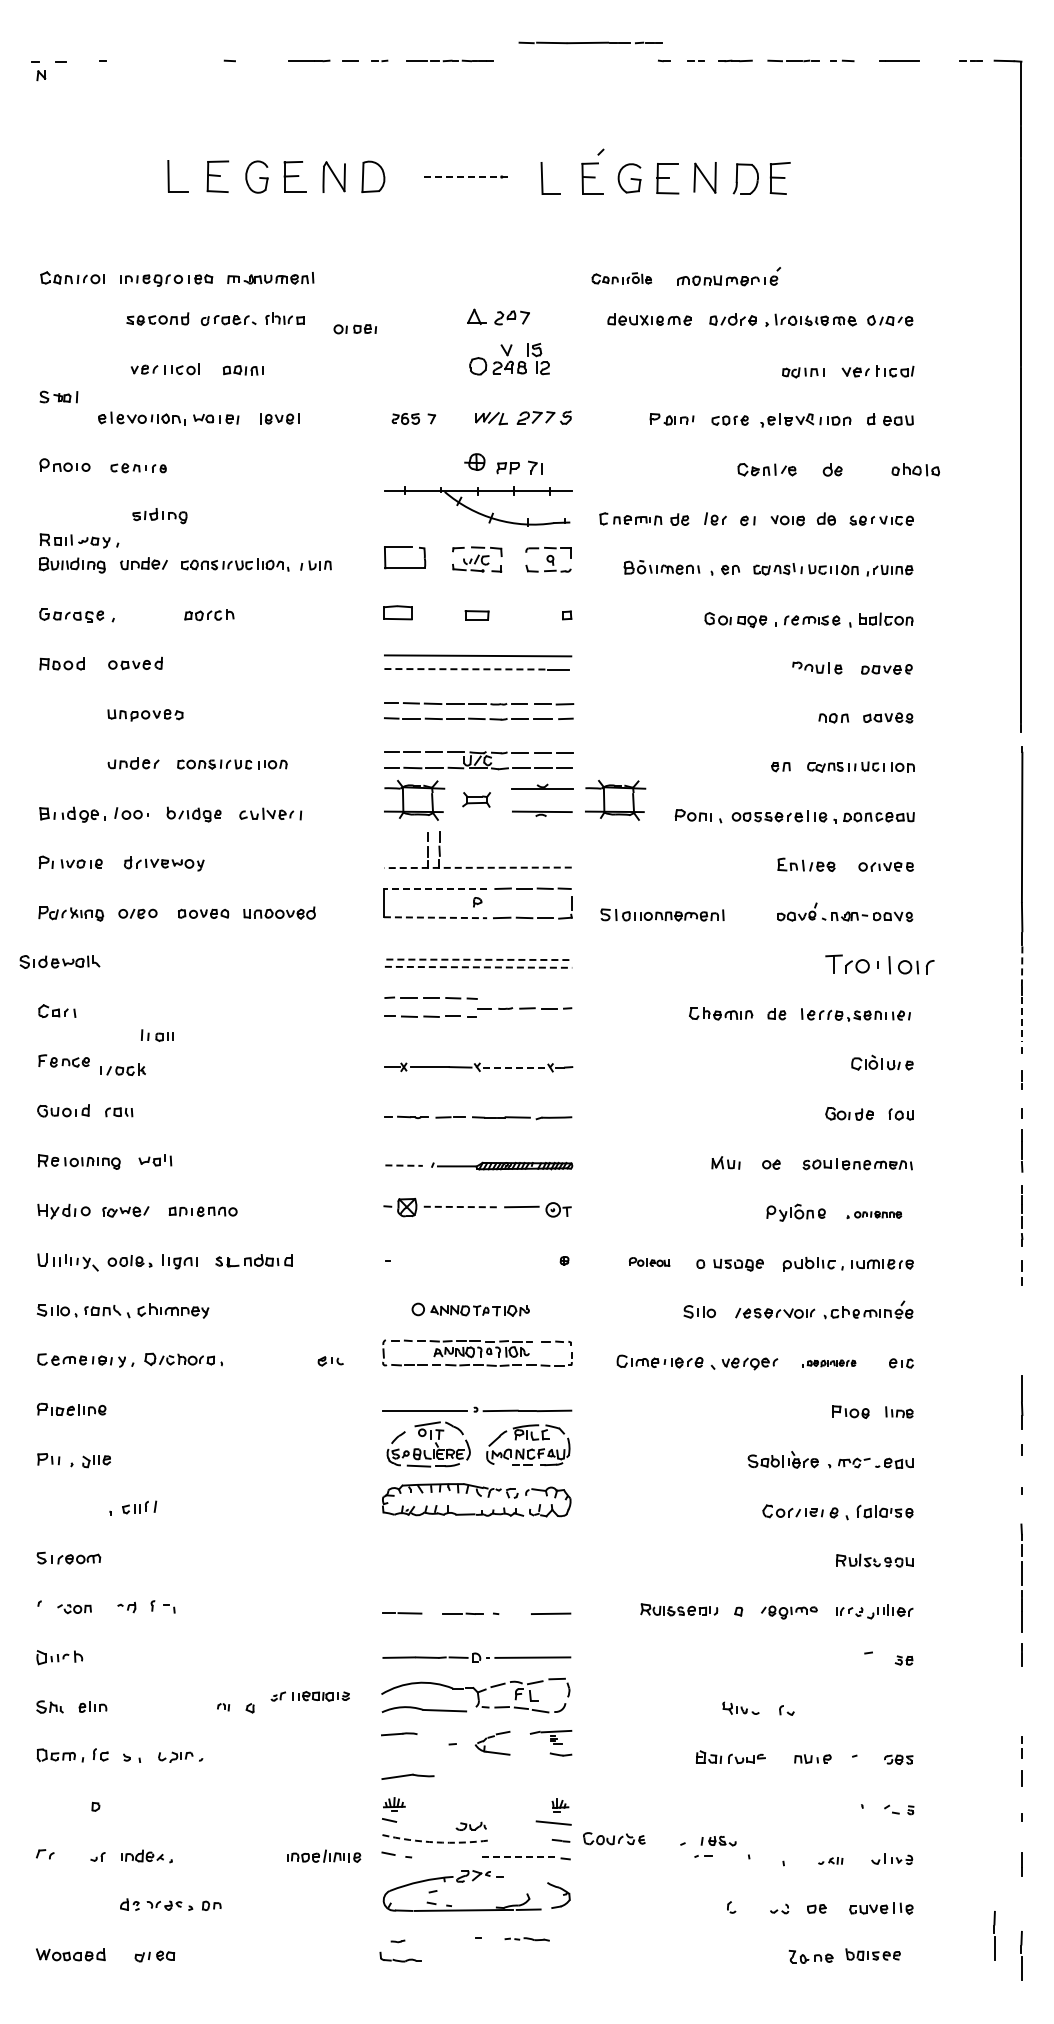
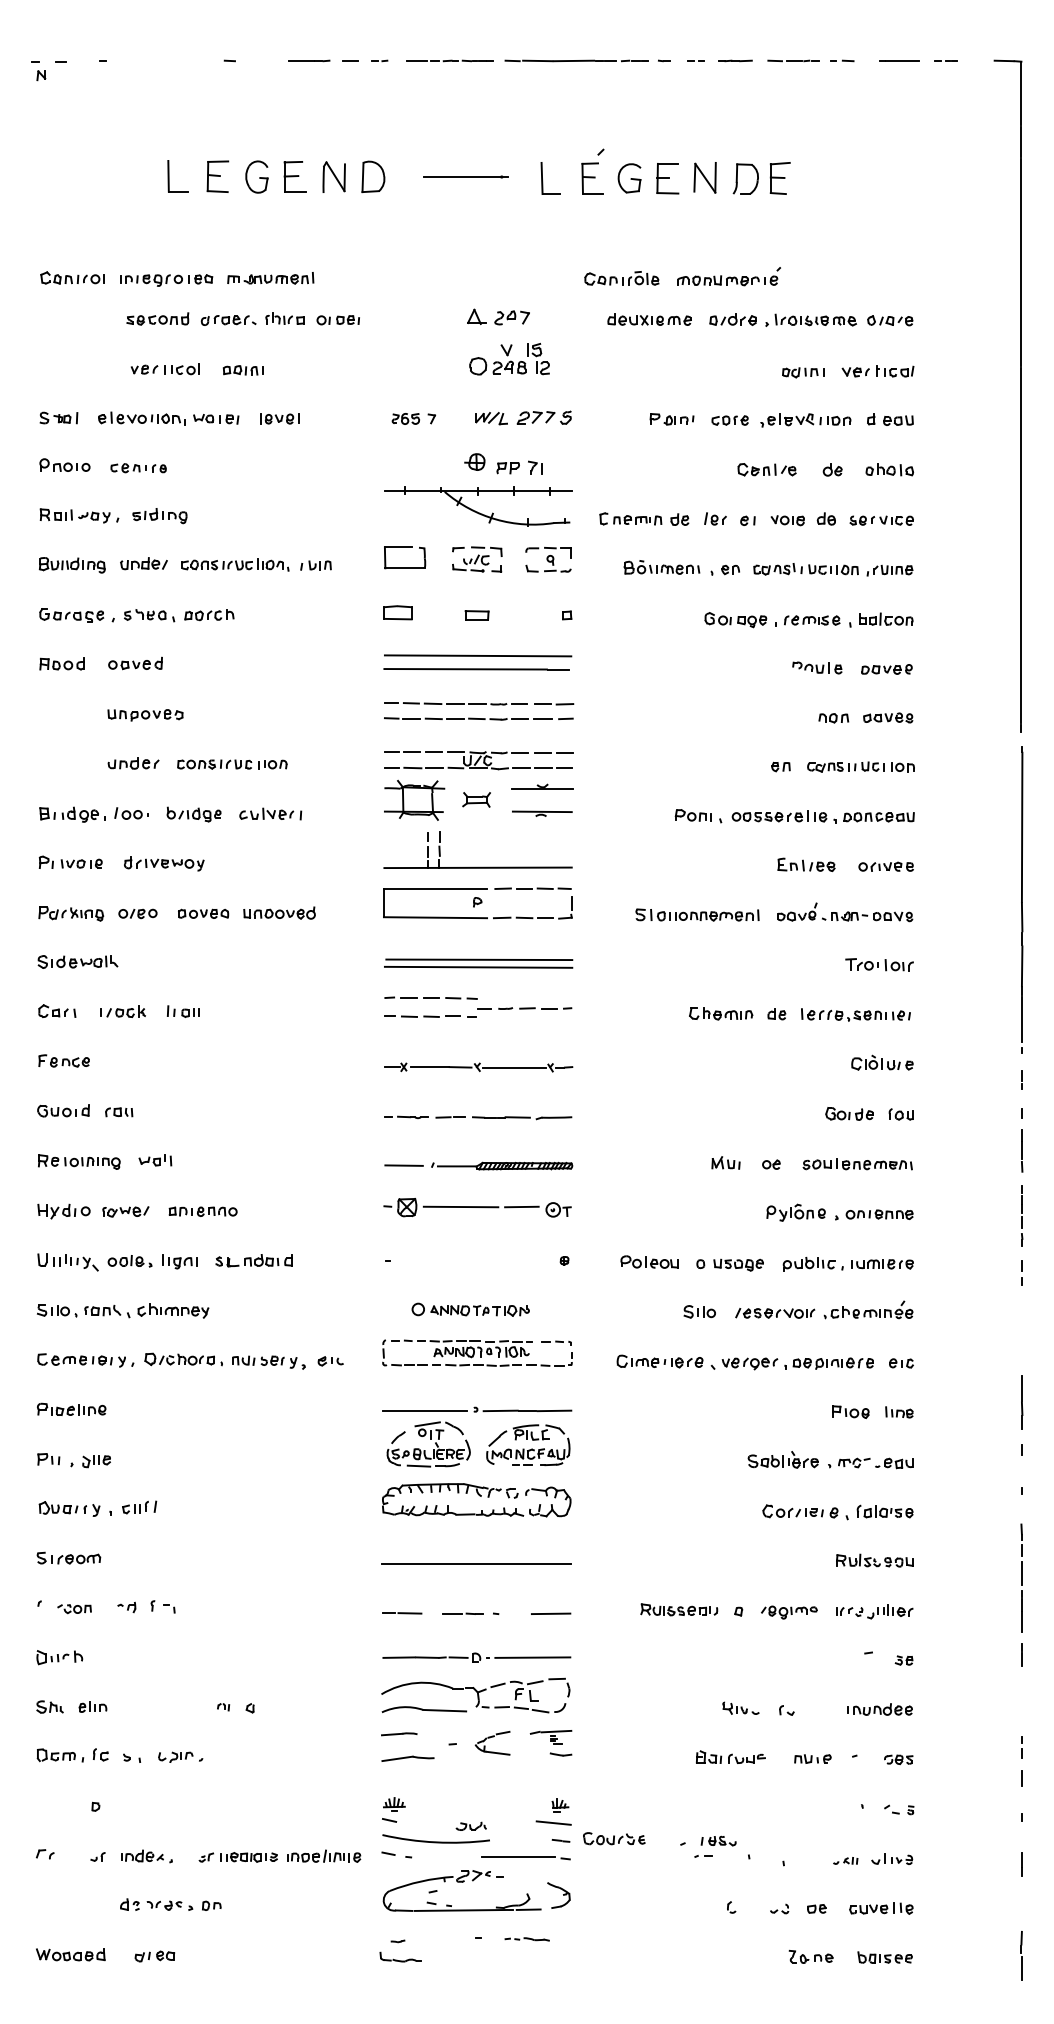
part at (590, 42) position: (590, 42) -> (576, 60)
line at (970, 60) position: (970, 60) -> (945, 60)
line at (466, 177): dashed -> solid
part at (621, 278) size: 61x13 px -> 76x15 px
part at (354, 329) position: (354, 329) -> (337, 320)
part at (58, 396) position: (58, 396) -> (58, 417)
part at (915, 469) position: (915, 469) -> (889, 469)
part at (79, 540) position: (79, 540) -> (79, 515)
part at (149, 615): none -> present
line at (466, 669): dashed -> solid
part at (615, 799): present -> none
line at (478, 867): dashed -> solid
line at (435, 888): dashed -> solid
part at (662, 914) position: (662, 914) -> (697, 914)
line at (435, 917): dashed -> solid
line at (479, 959): dashed -> solid
part at (59, 961) position: (59, 961) -> (77, 961)
part at (879, 964) size: 110x21 px -> 69x14 px
line at (1022, 966): dashed -> solid
line at (478, 967): dashed -> solid
line at (1021, 1019): dashed -> solid
part at (157, 1035) position: (157, 1035) -> (183, 1011)
line at (514, 1067): dashed -> solid
part at (122, 1069) position: (122, 1069) -> (122, 1011)
line at (404, 1165): dashed -> solid
line at (461, 1207): dashed -> solid
part at (874, 1215) size: 57x9 px -> 79x12 px
part at (649, 1261) size: 42x10 px -> 59x14 px
part at (268, 1362): none -> present
part at (829, 1363) size: 55x9 px -> 90x13 px
part at (69, 1508): none -> present
line at (476, 1563): none -> present
part at (309, 1696) position: (309, 1696) -> (237, 1857)
part at (879, 1709): none -> present
part at (407, 1776) position: (407, 1776) -> (407, 1758)
arc at (436, 1842): dashed -> solid
line at (519, 1857): dashed -> solid
part at (830, 1860) position: (830, 1860) -> (845, 1860)
line at (994, 1936): present -> none
part at (872, 1954) position: (872, 1954) -> (884, 1957)
